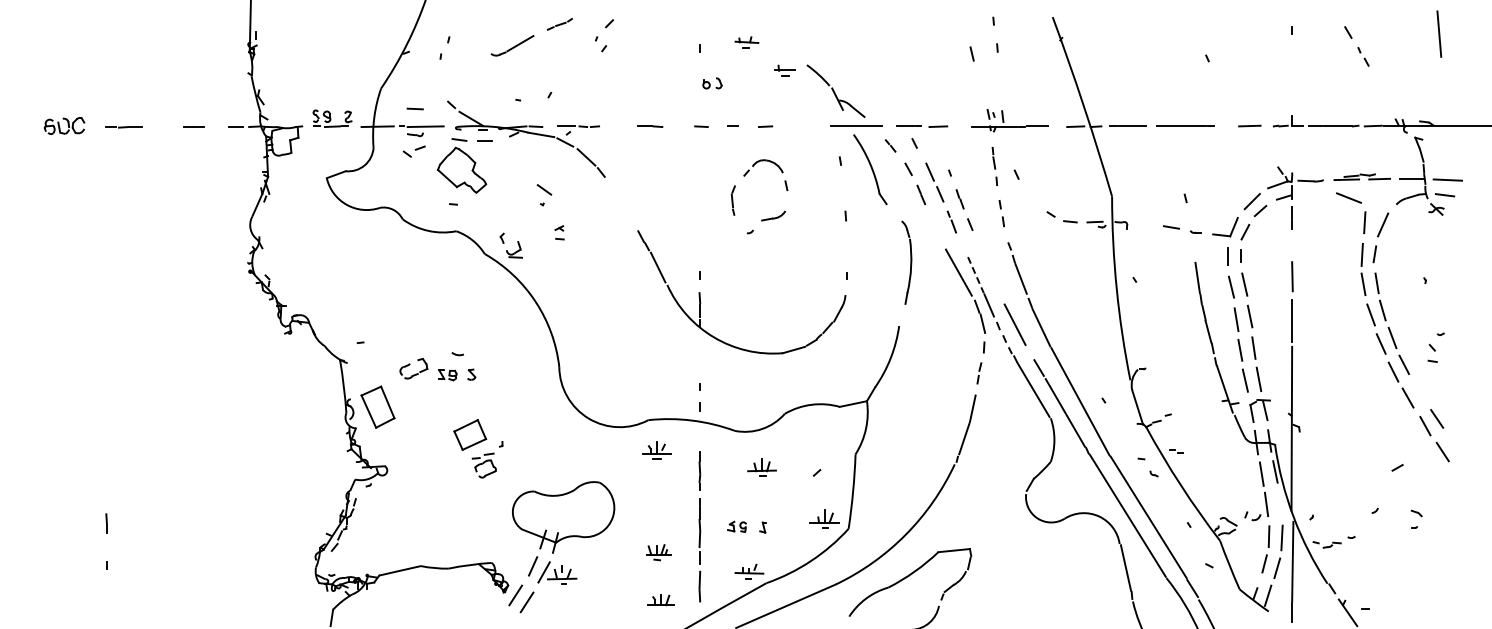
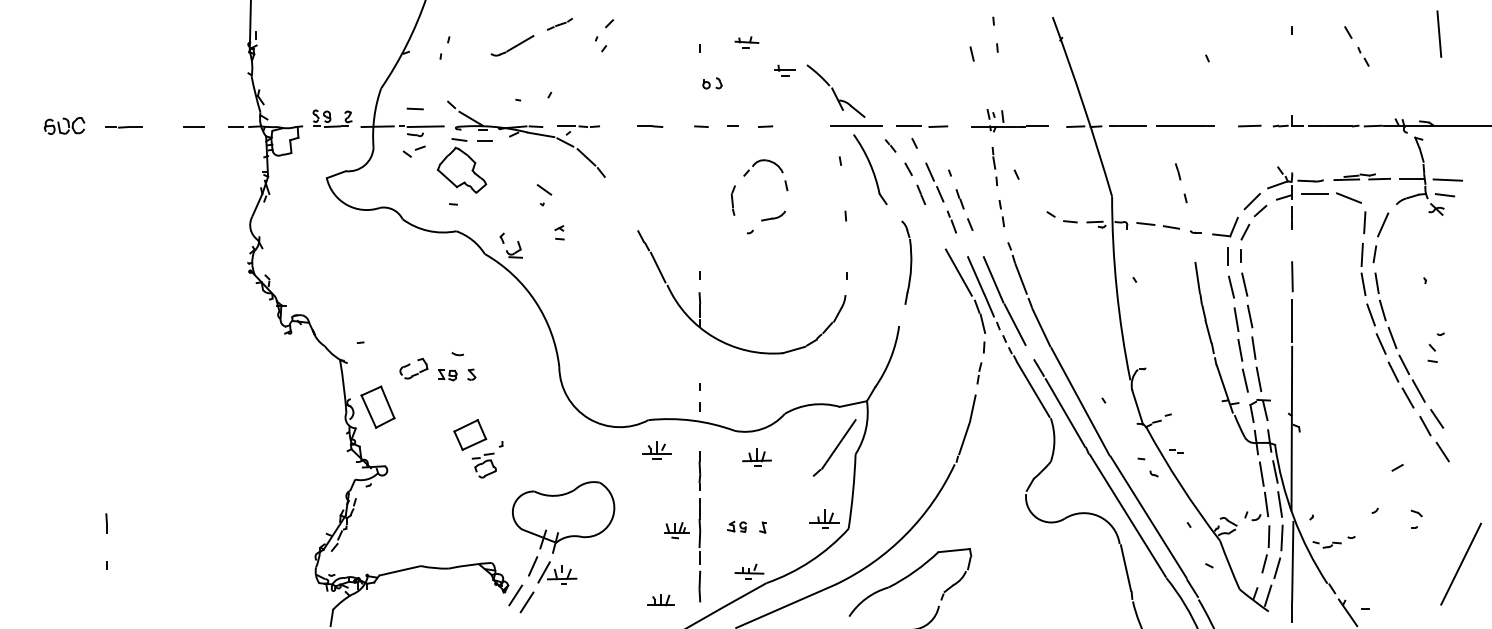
line at (1178, 171): none -> present
line at (1314, 193): none -> present
line at (1145, 223): none -> present
line at (975, 275): dashed -> solid
line at (993, 279): none -> present
line at (1418, 390): none -> present
line at (838, 444): none -> present
part at (761, 467) position: (761, 467) -> (756, 457)
line at (1280, 504): none -> present
part at (658, 552) position: (658, 552) -> (676, 530)
line at (1461, 563): none -> present
